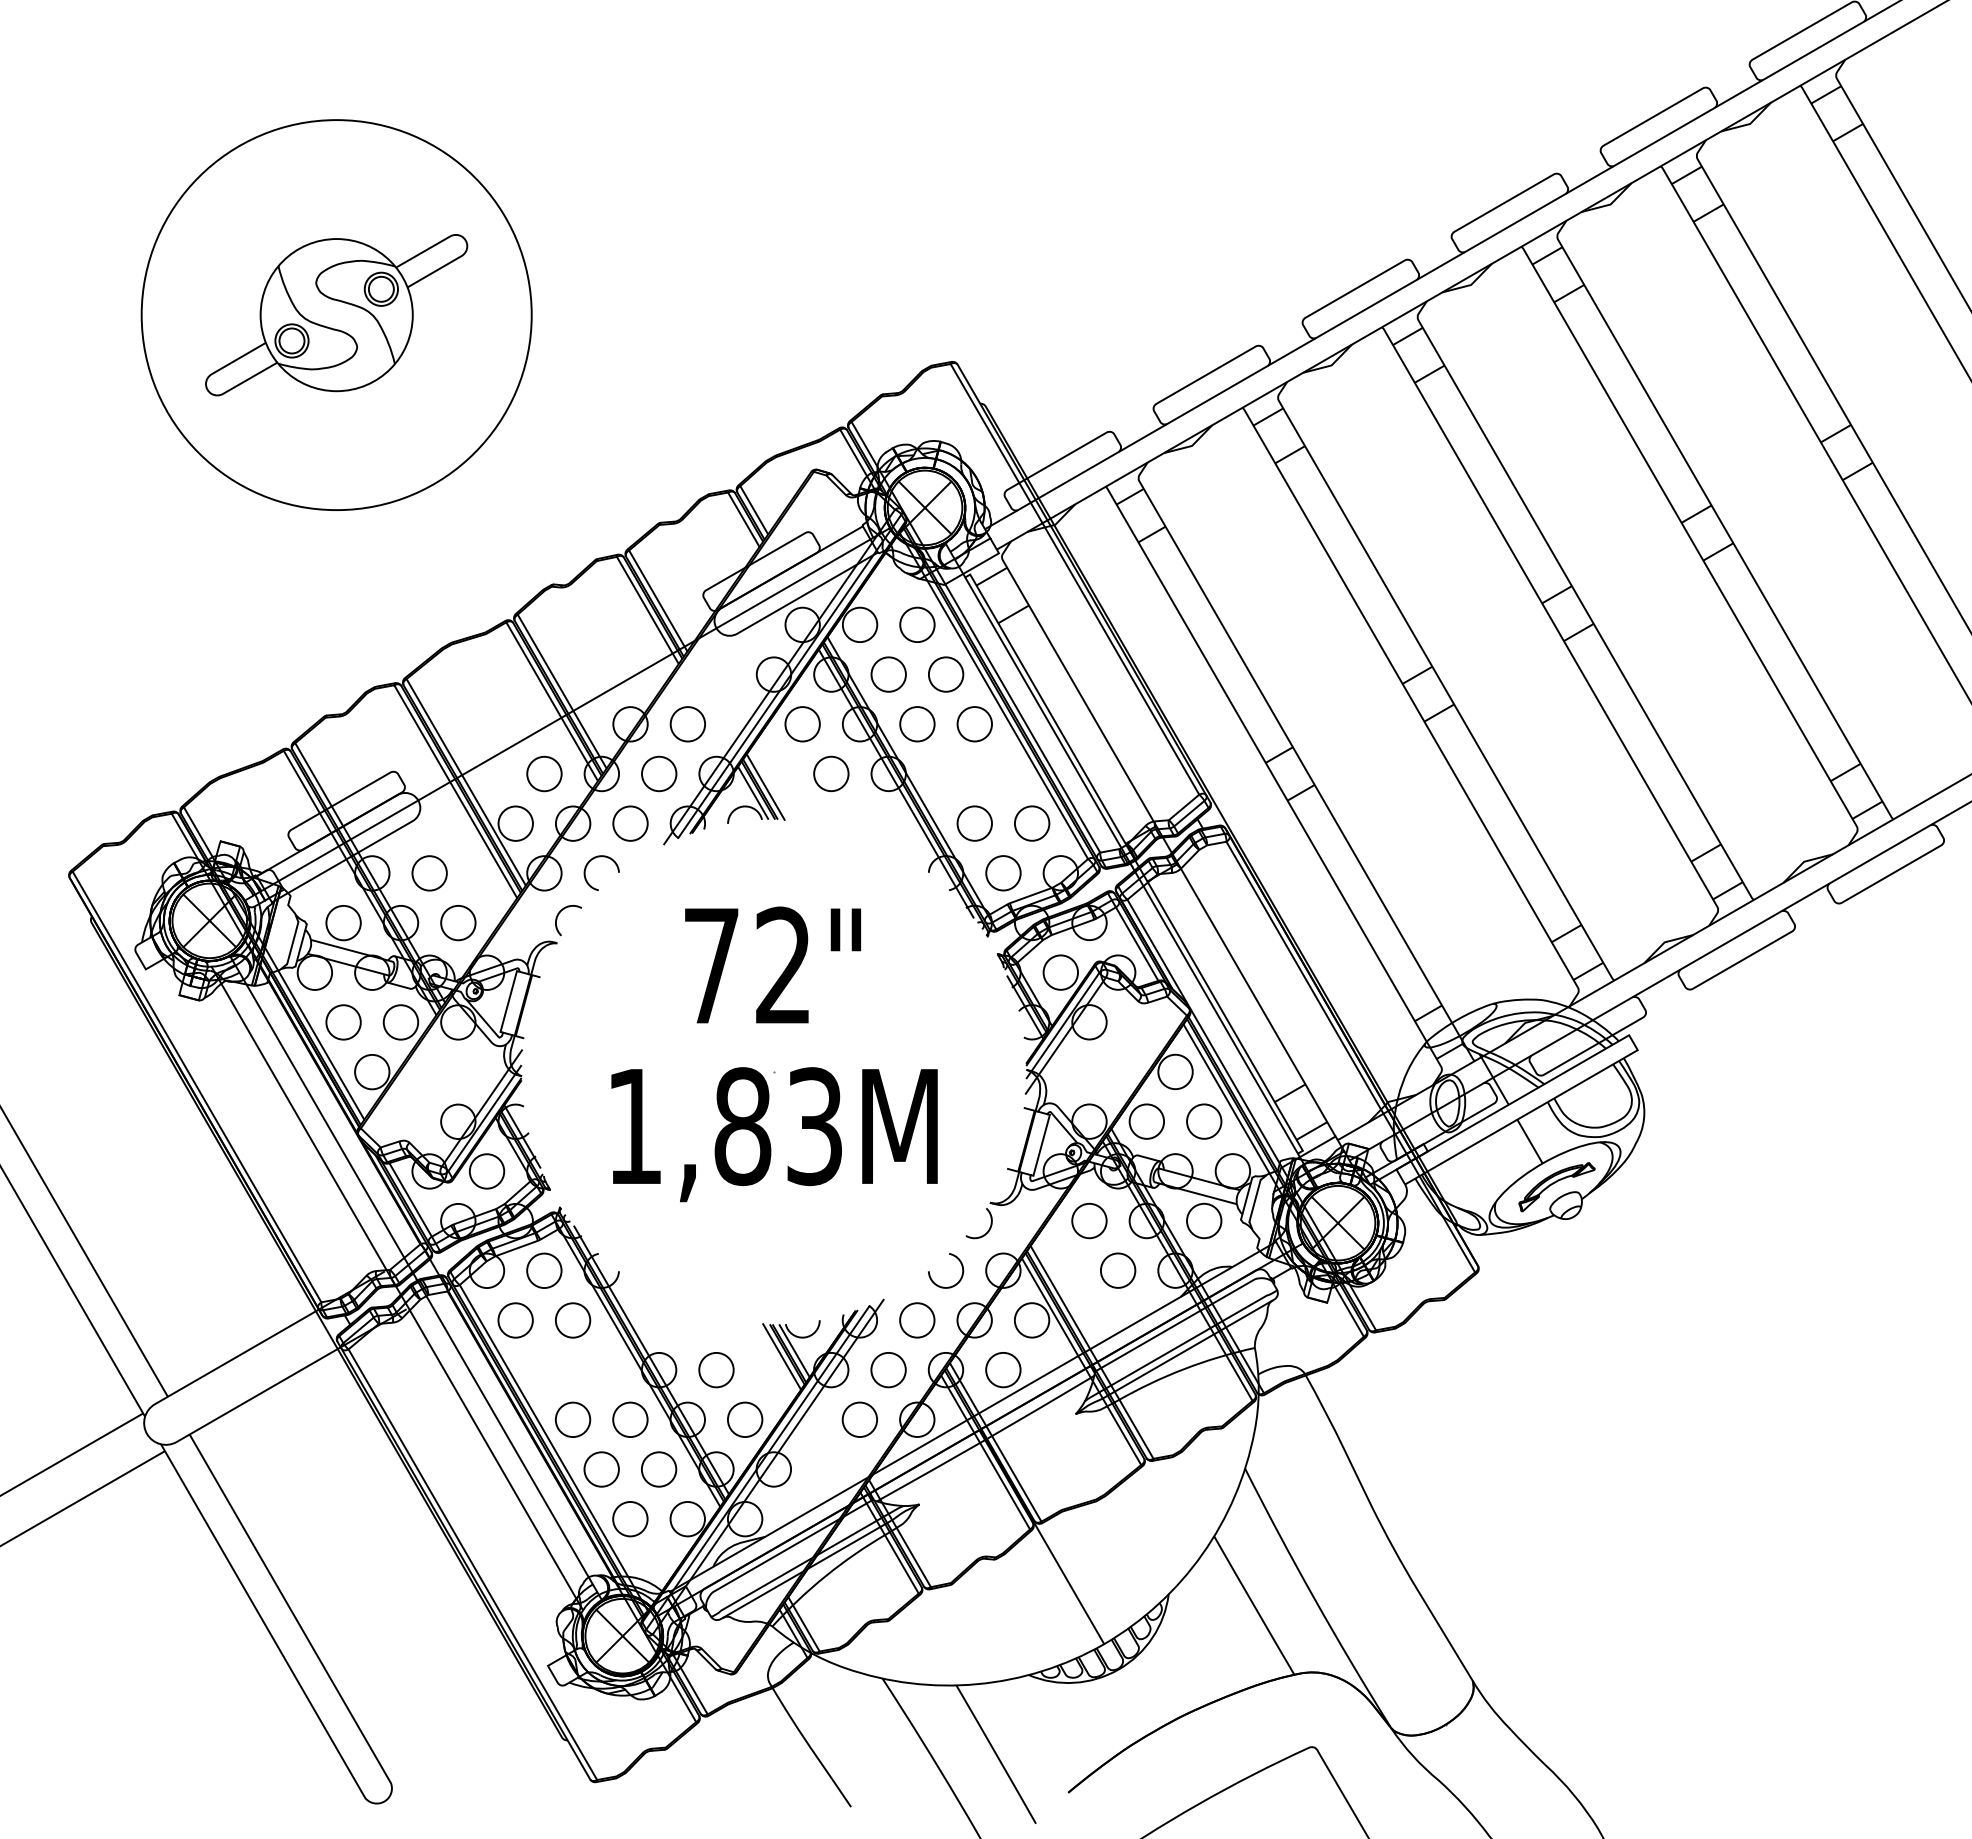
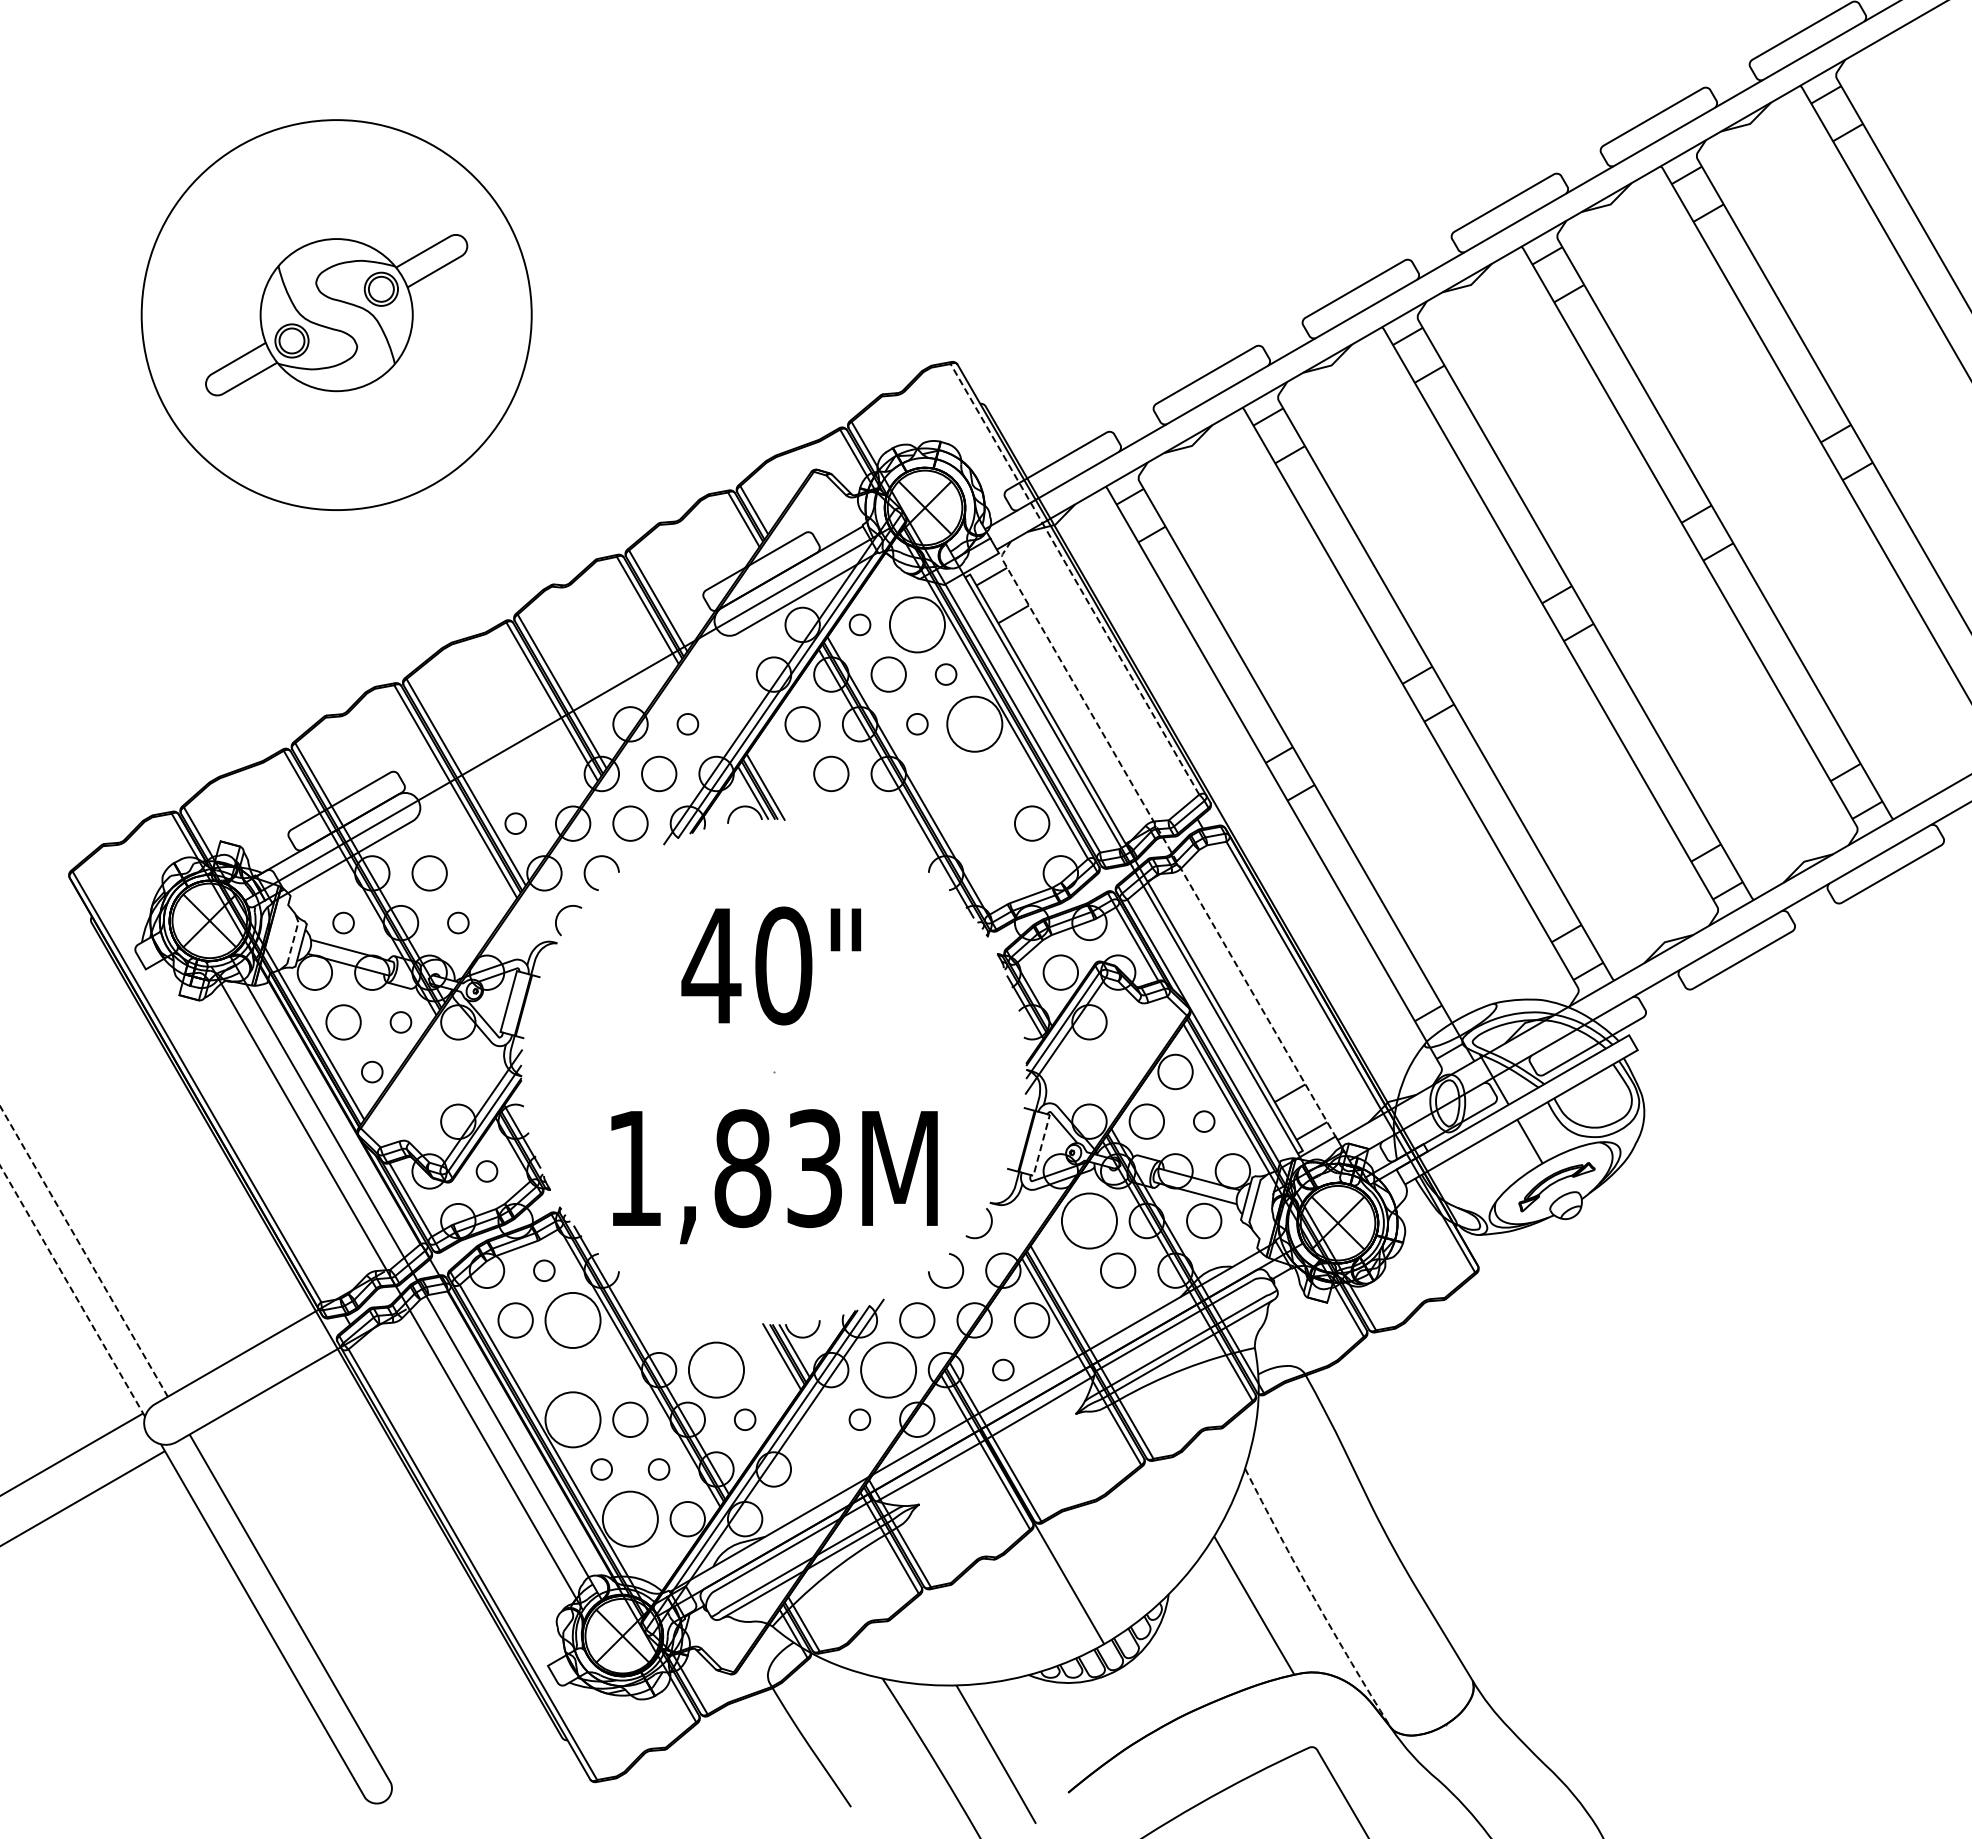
line at (1074, 579): solid -> dashed
circle at (859, 624) diameter: 34 px -> 21 px
circle at (917, 624) diameter: 34 px -> 55 px
circle at (945, 674) diameter: 34 px -> 21 px
circle at (687, 724) diameter: 34 px -> 21 px
circle at (917, 724) diameter: 34 px -> 21 px
circle at (974, 724) diameter: 34 px -> 55 px
circle at (544, 773): present -> none
circle at (515, 823) diameter: 34 px -> 21 px
circle at (974, 823): present -> none
line at (1162, 836): solid -> dashed
circle at (1003, 873): present -> none
circle at (343, 922) diameter: 34 px -> 21 px
circle at (458, 922) diameter: 34 px -> 21 px
line at (292, 943): solid -> dashed
text at (746, 965): 72" -> 40"
circle at (400, 1022) diameter: 34 px -> 21 px
circle at (372, 1071) diameter: 34 px -> 21 px
circle at (1204, 1121) diameter: 34 px -> 21 px
line at (11, 1125): solid -> dashed
text at (774, 1134) position: (774, 1134) -> (774, 1176)
line at (1041, 1145): solid -> dashed
circle at (486, 1171) diameter: 34 px -> 21 px
circle at (1089, 1220) diameter: 34 px -> 55 px
circle at (544, 1270) diameter: 34 px -> 21 px
circle at (572, 1320) diameter: 34 px -> 55 px
circle at (716, 1369) diameter: 34 px -> 55 px
circle at (888, 1369) diameter: 34 px -> 55 px
circle at (1003, 1369) diameter: 34 px -> 21 px
circle at (572, 1419) diameter: 34 px -> 55 px
circle at (744, 1419) diameter: 34 px -> 21 px
circle at (859, 1419) diameter: 34 px -> 21 px
circle at (601, 1469) diameter: 34 px -> 21 px
circle at (658, 1469) diameter: 34 px -> 21 px
circle at (630, 1518) diameter: 34 px -> 55 px
line at (1314, 1599): solid -> dashed
